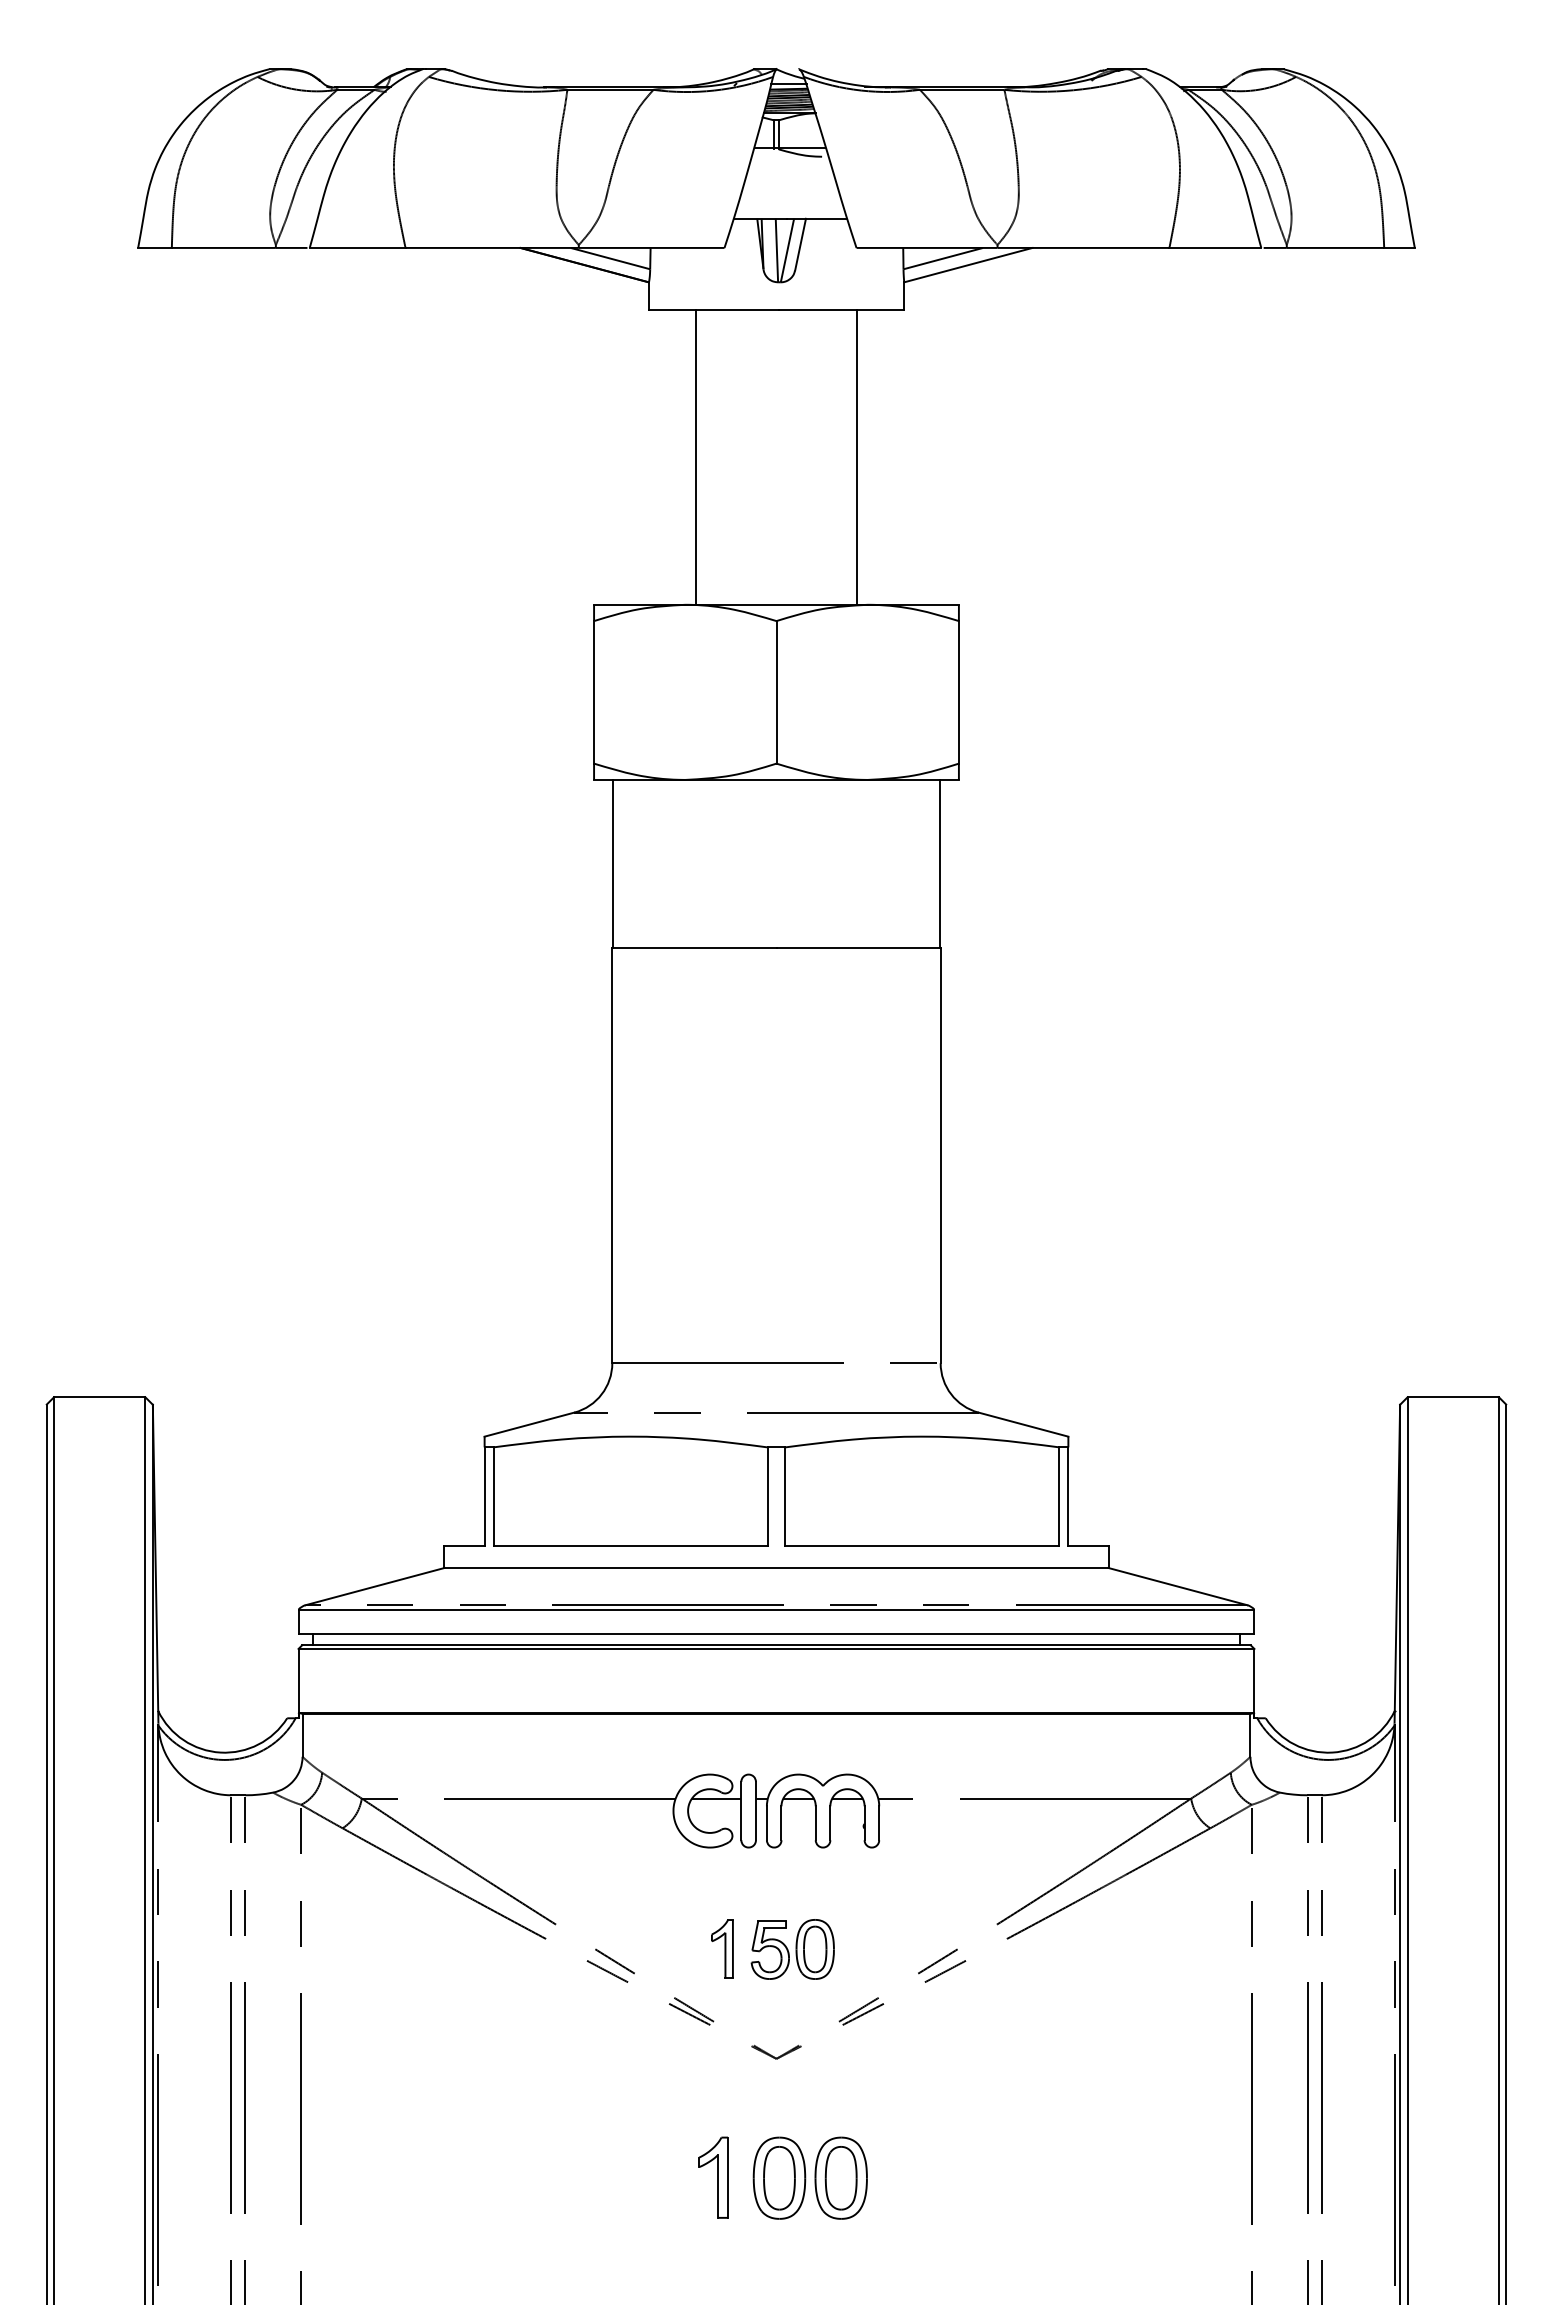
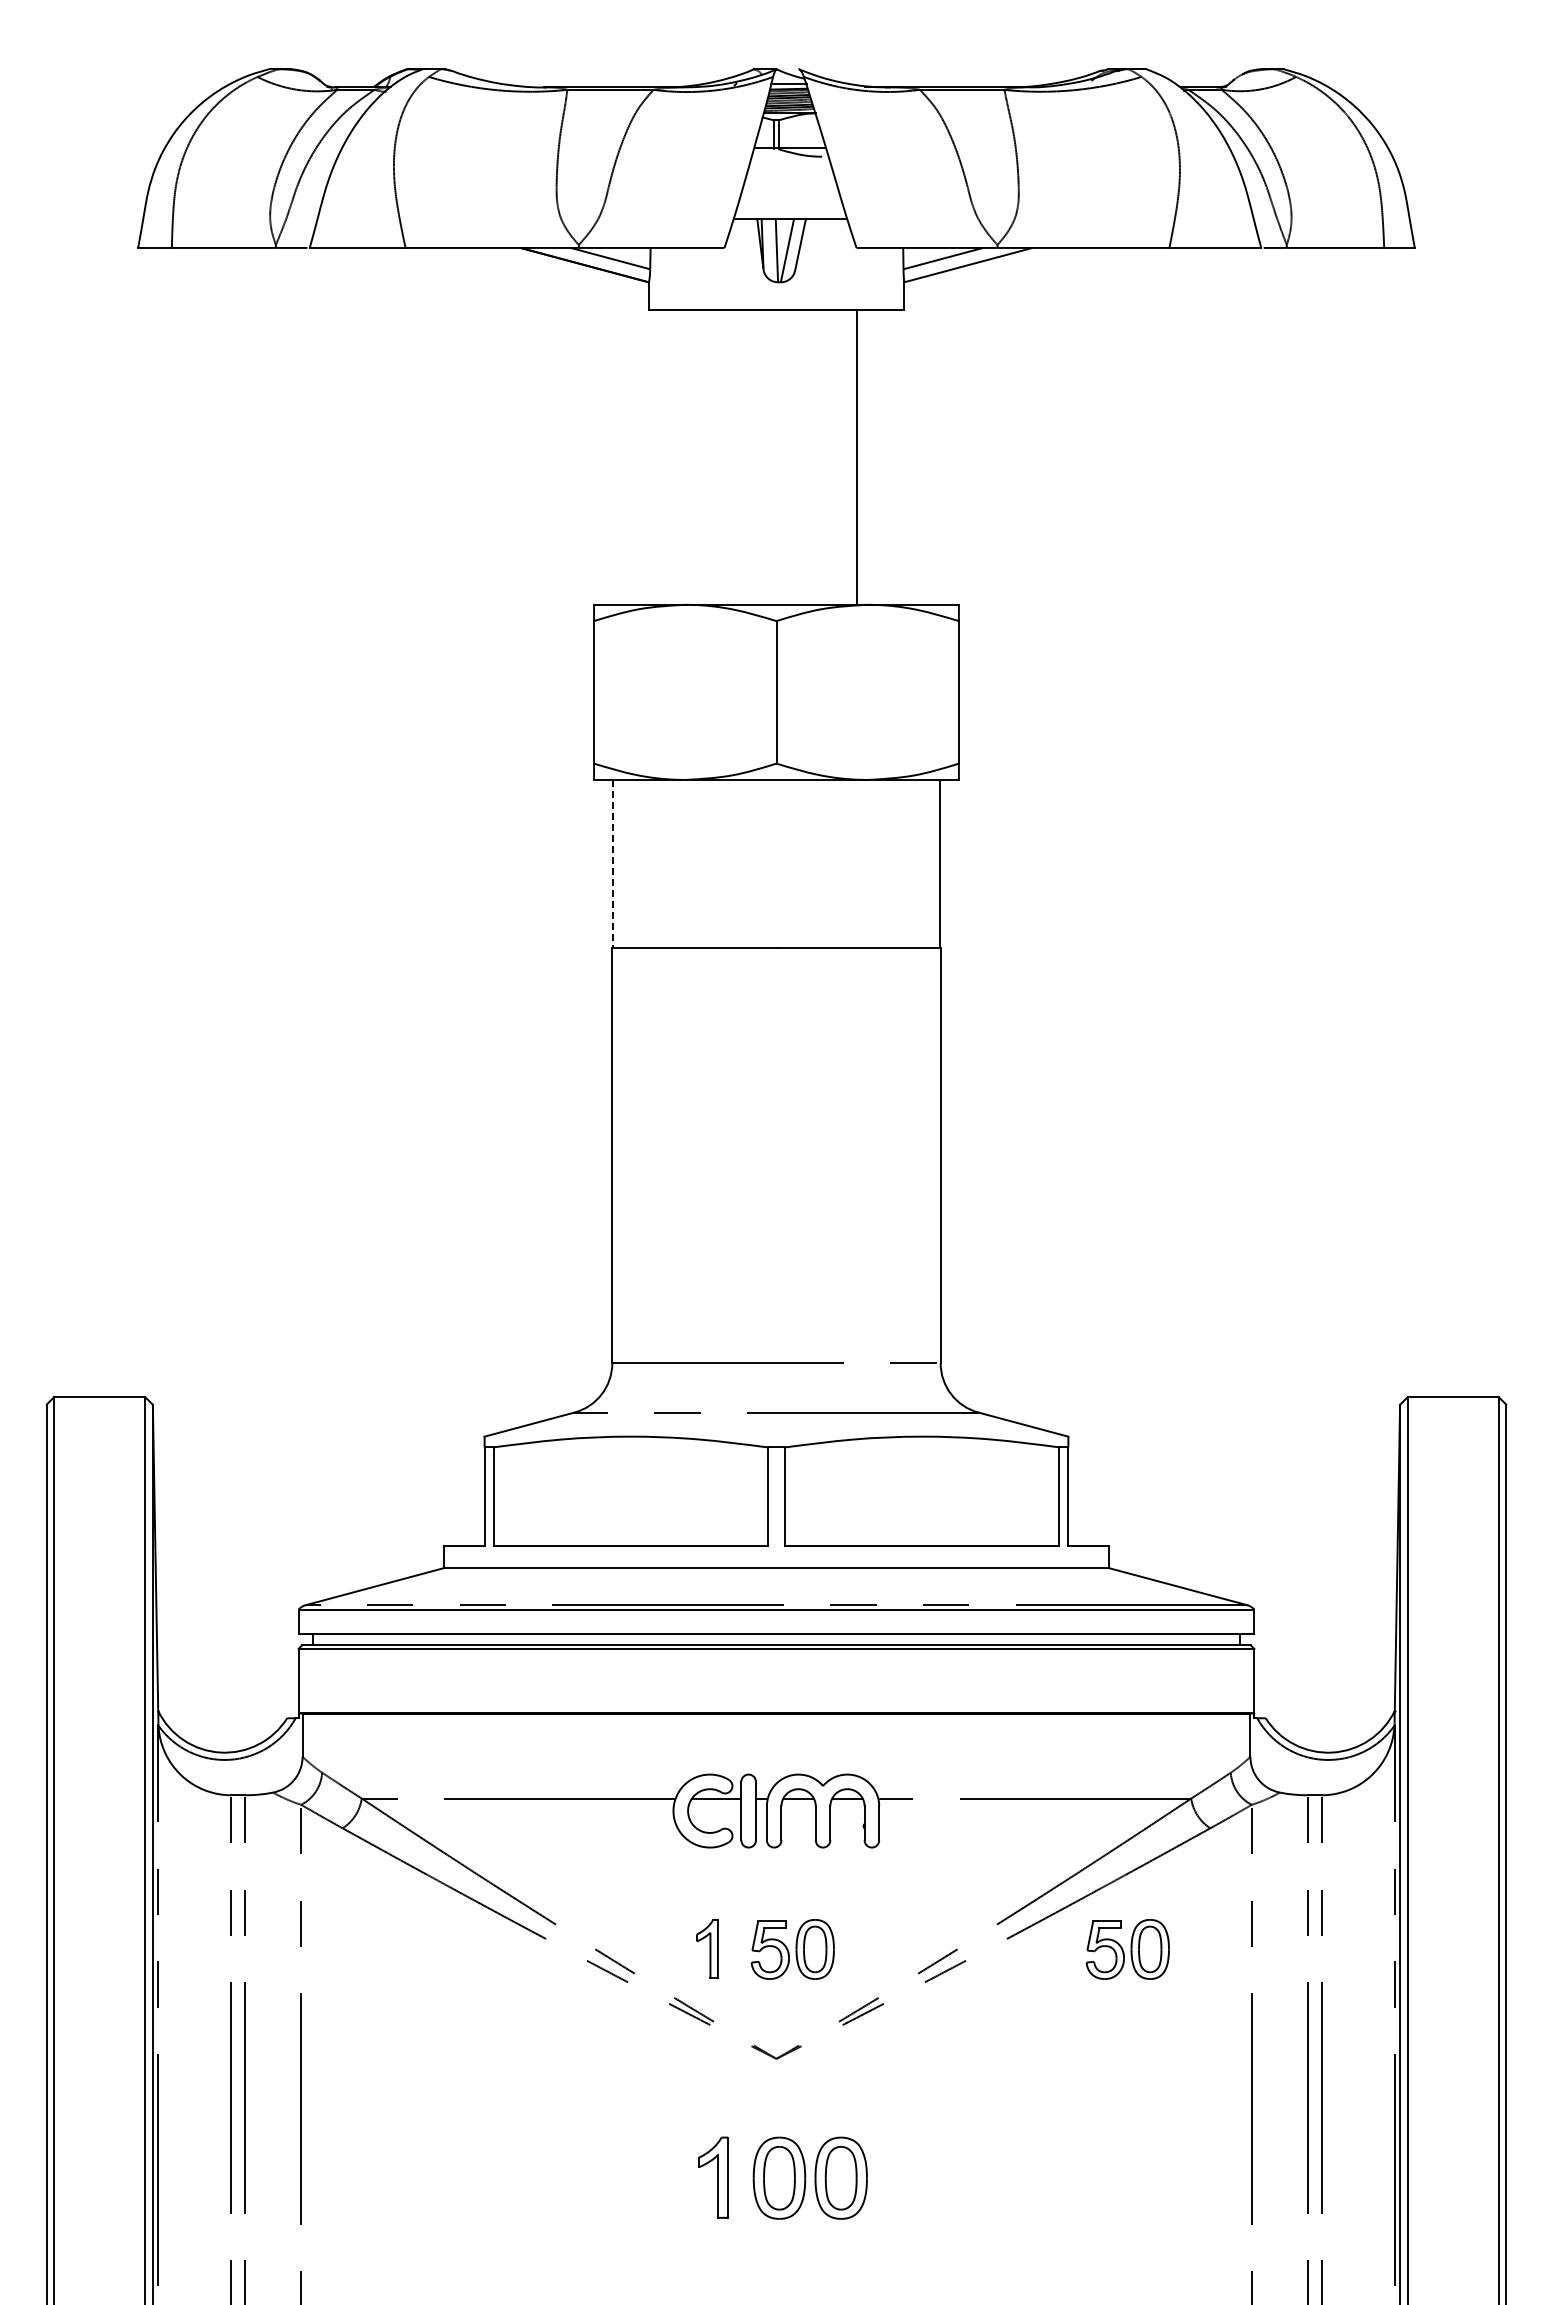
line at (696, 457): present -> none
line at (613, 863): solid -> dashed
part at (722, 1948) position: (722, 1948) -> (707, 1948)
part at (1127, 1949): none -> present
